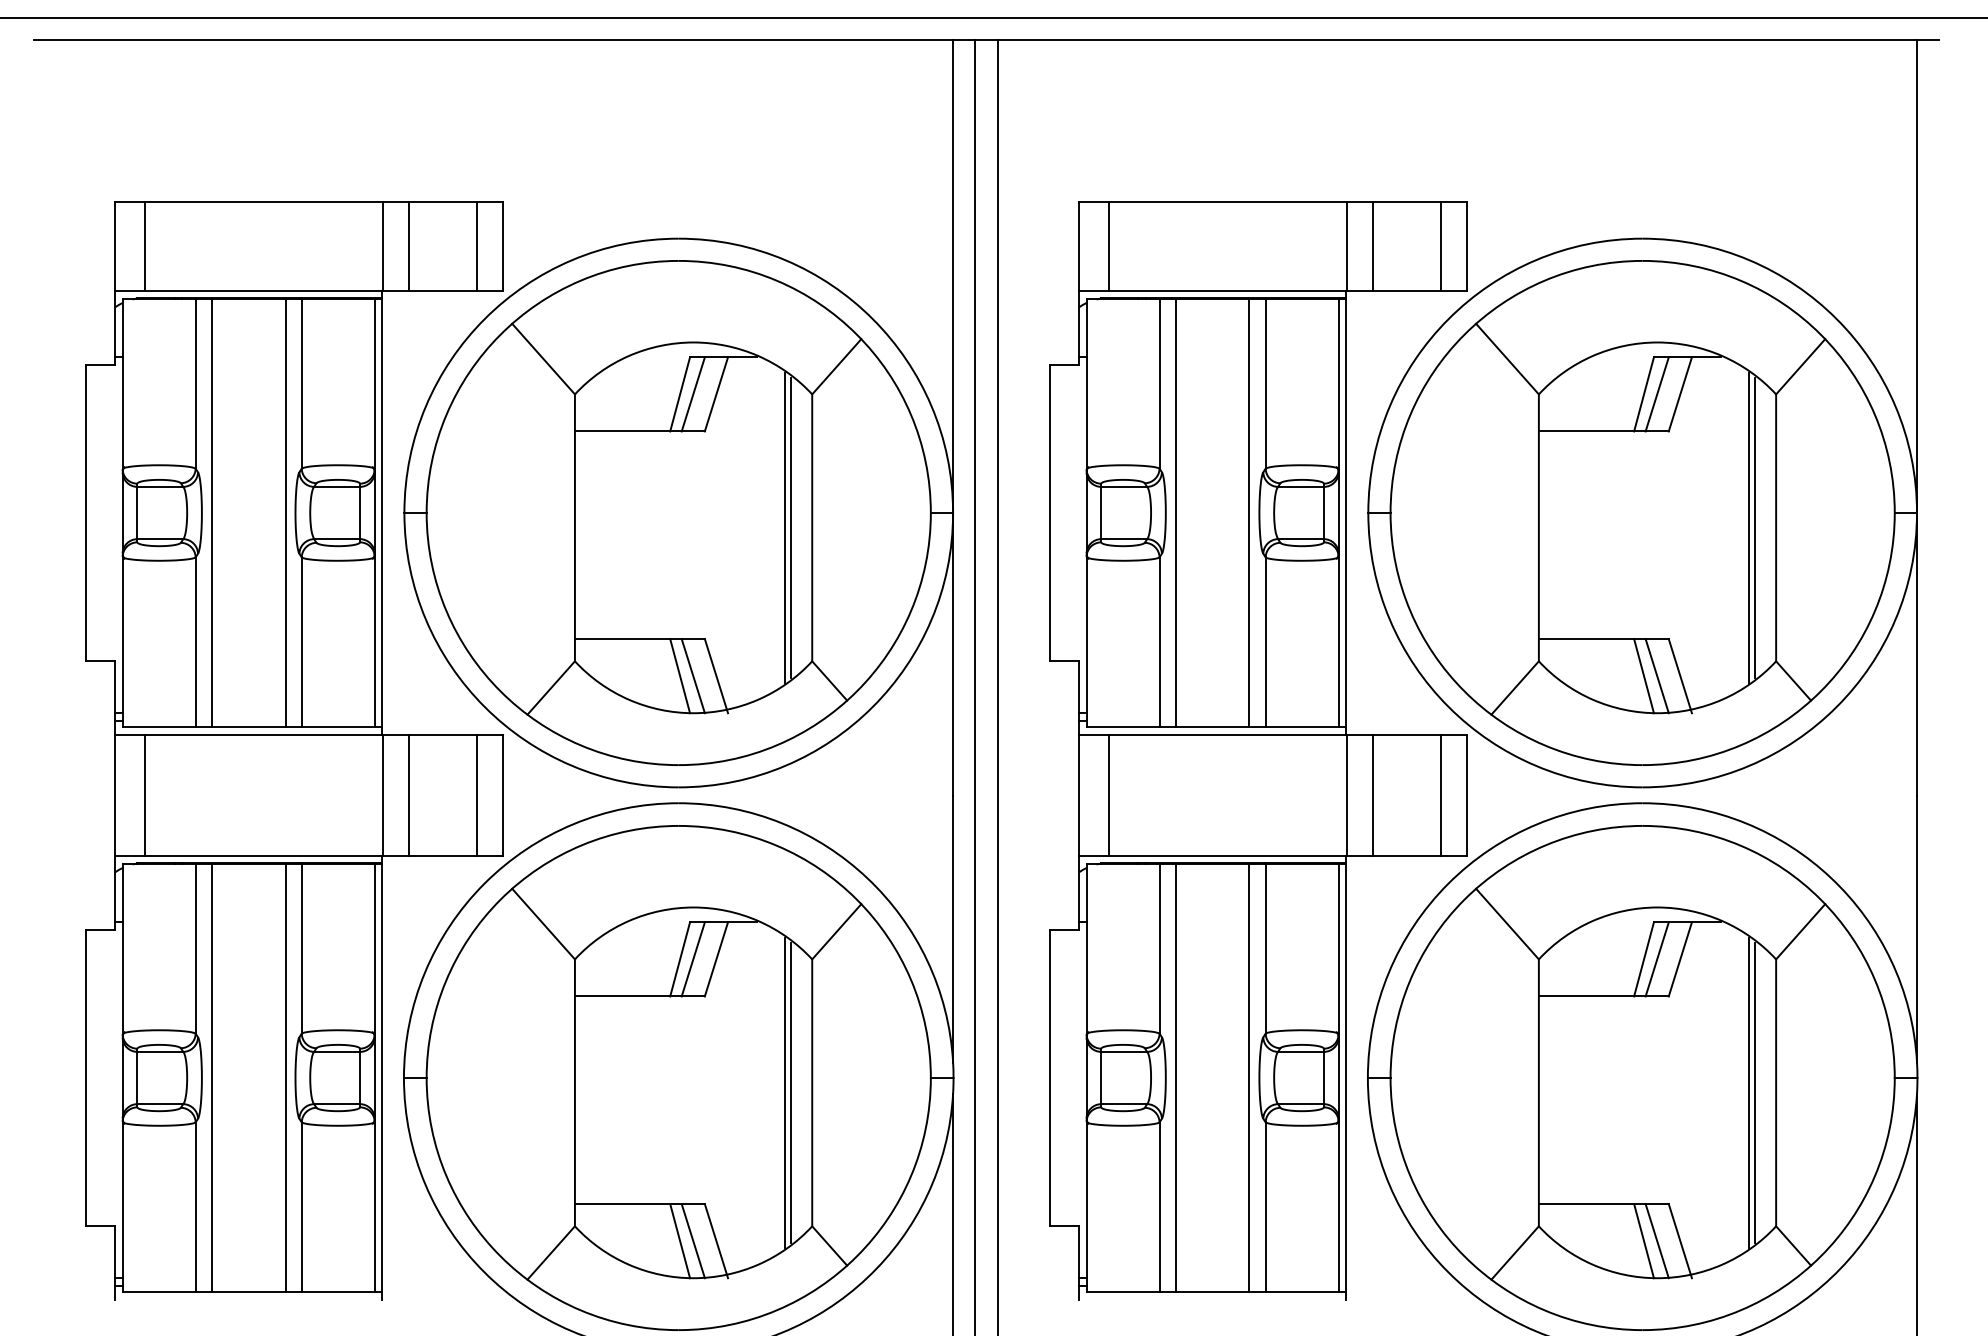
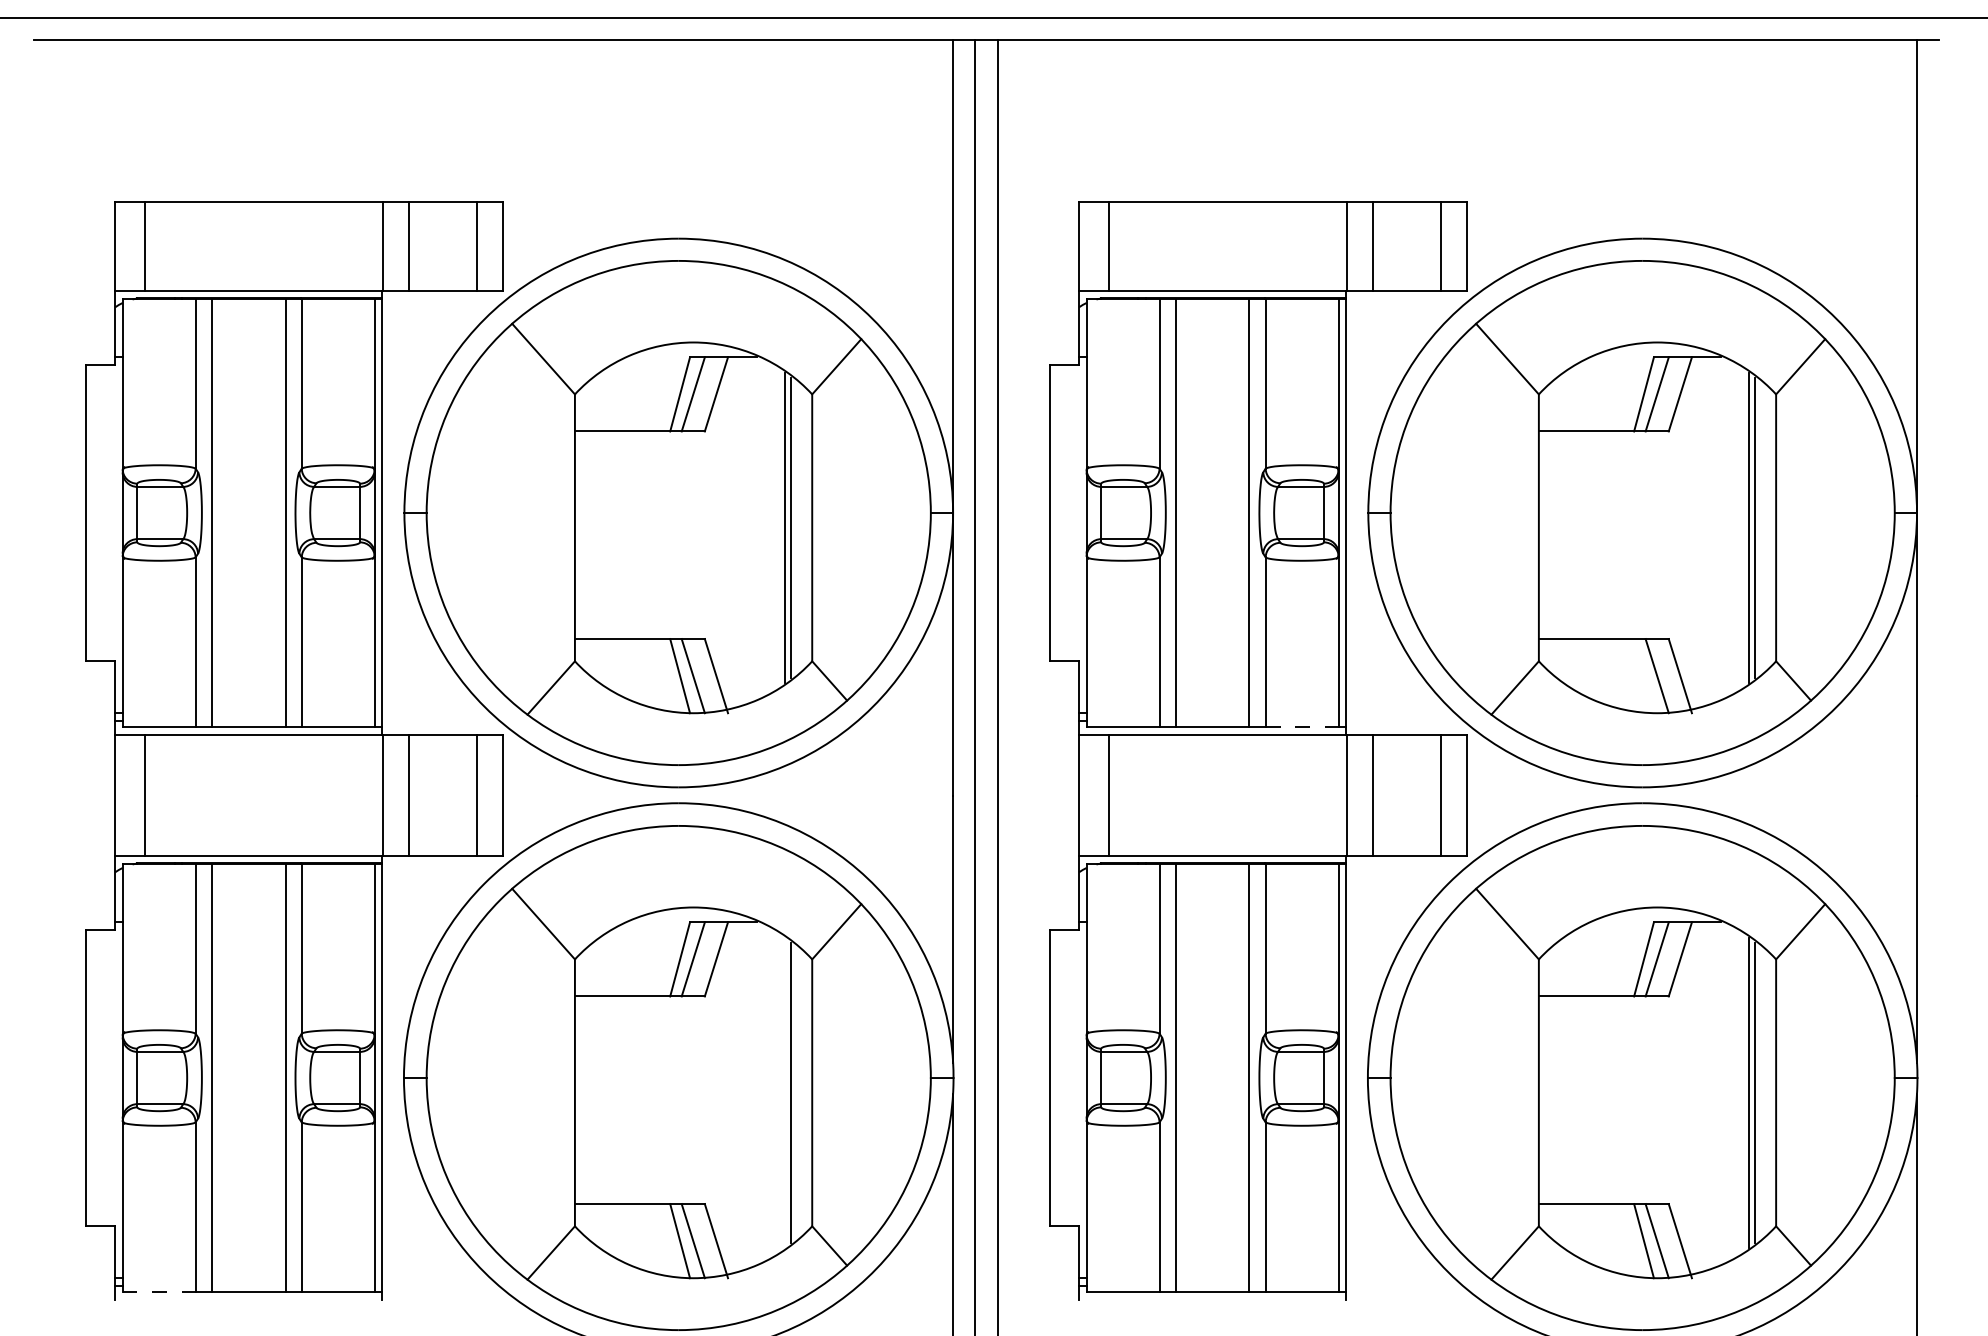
line at (1643, 676): present -> none
line at (1302, 726): solid -> dashed
line at (784, 1093): present -> none
line at (159, 1291): solid -> dashed
